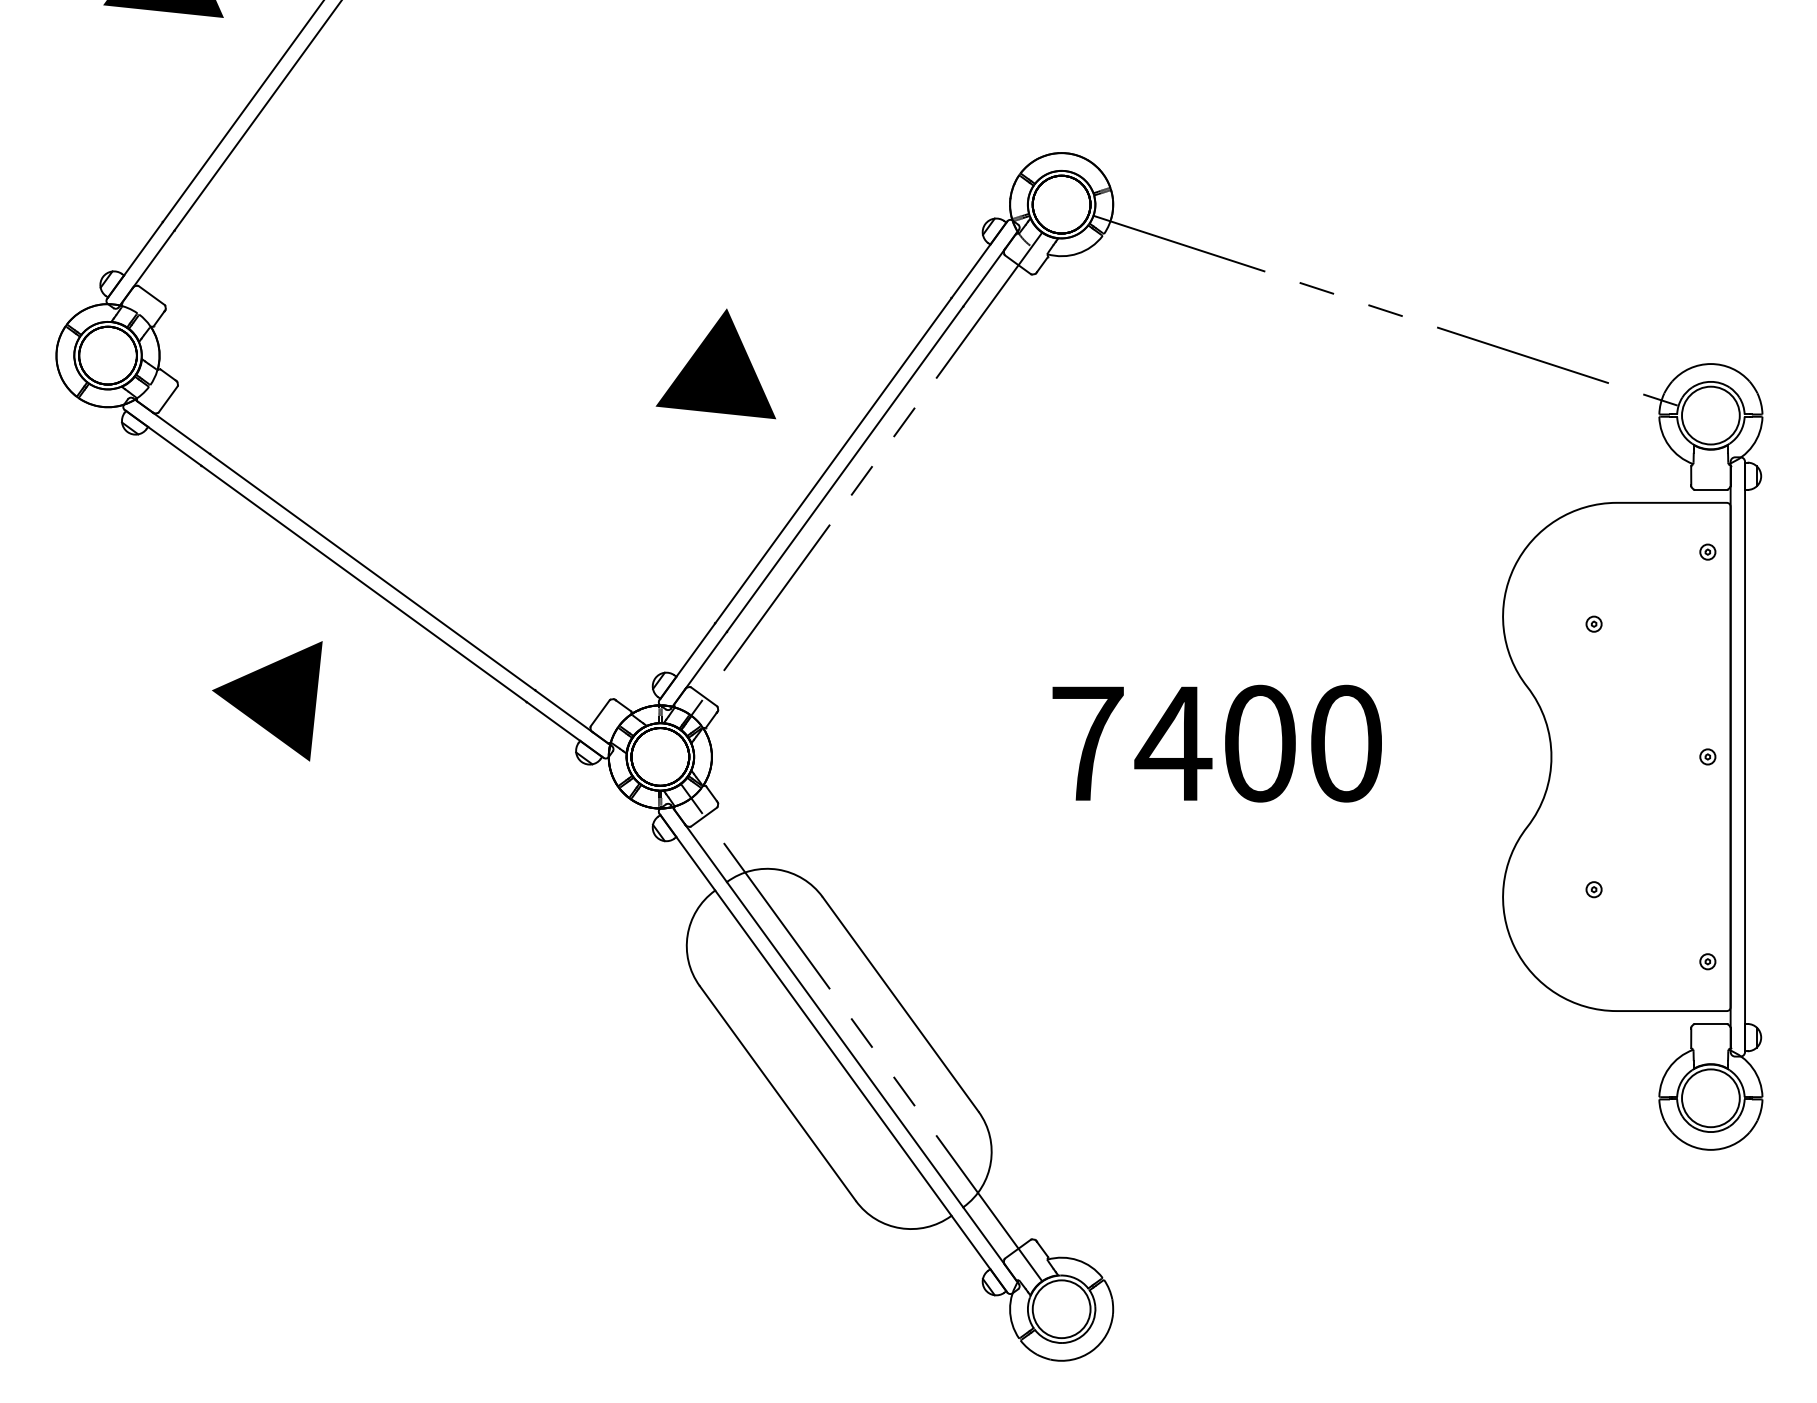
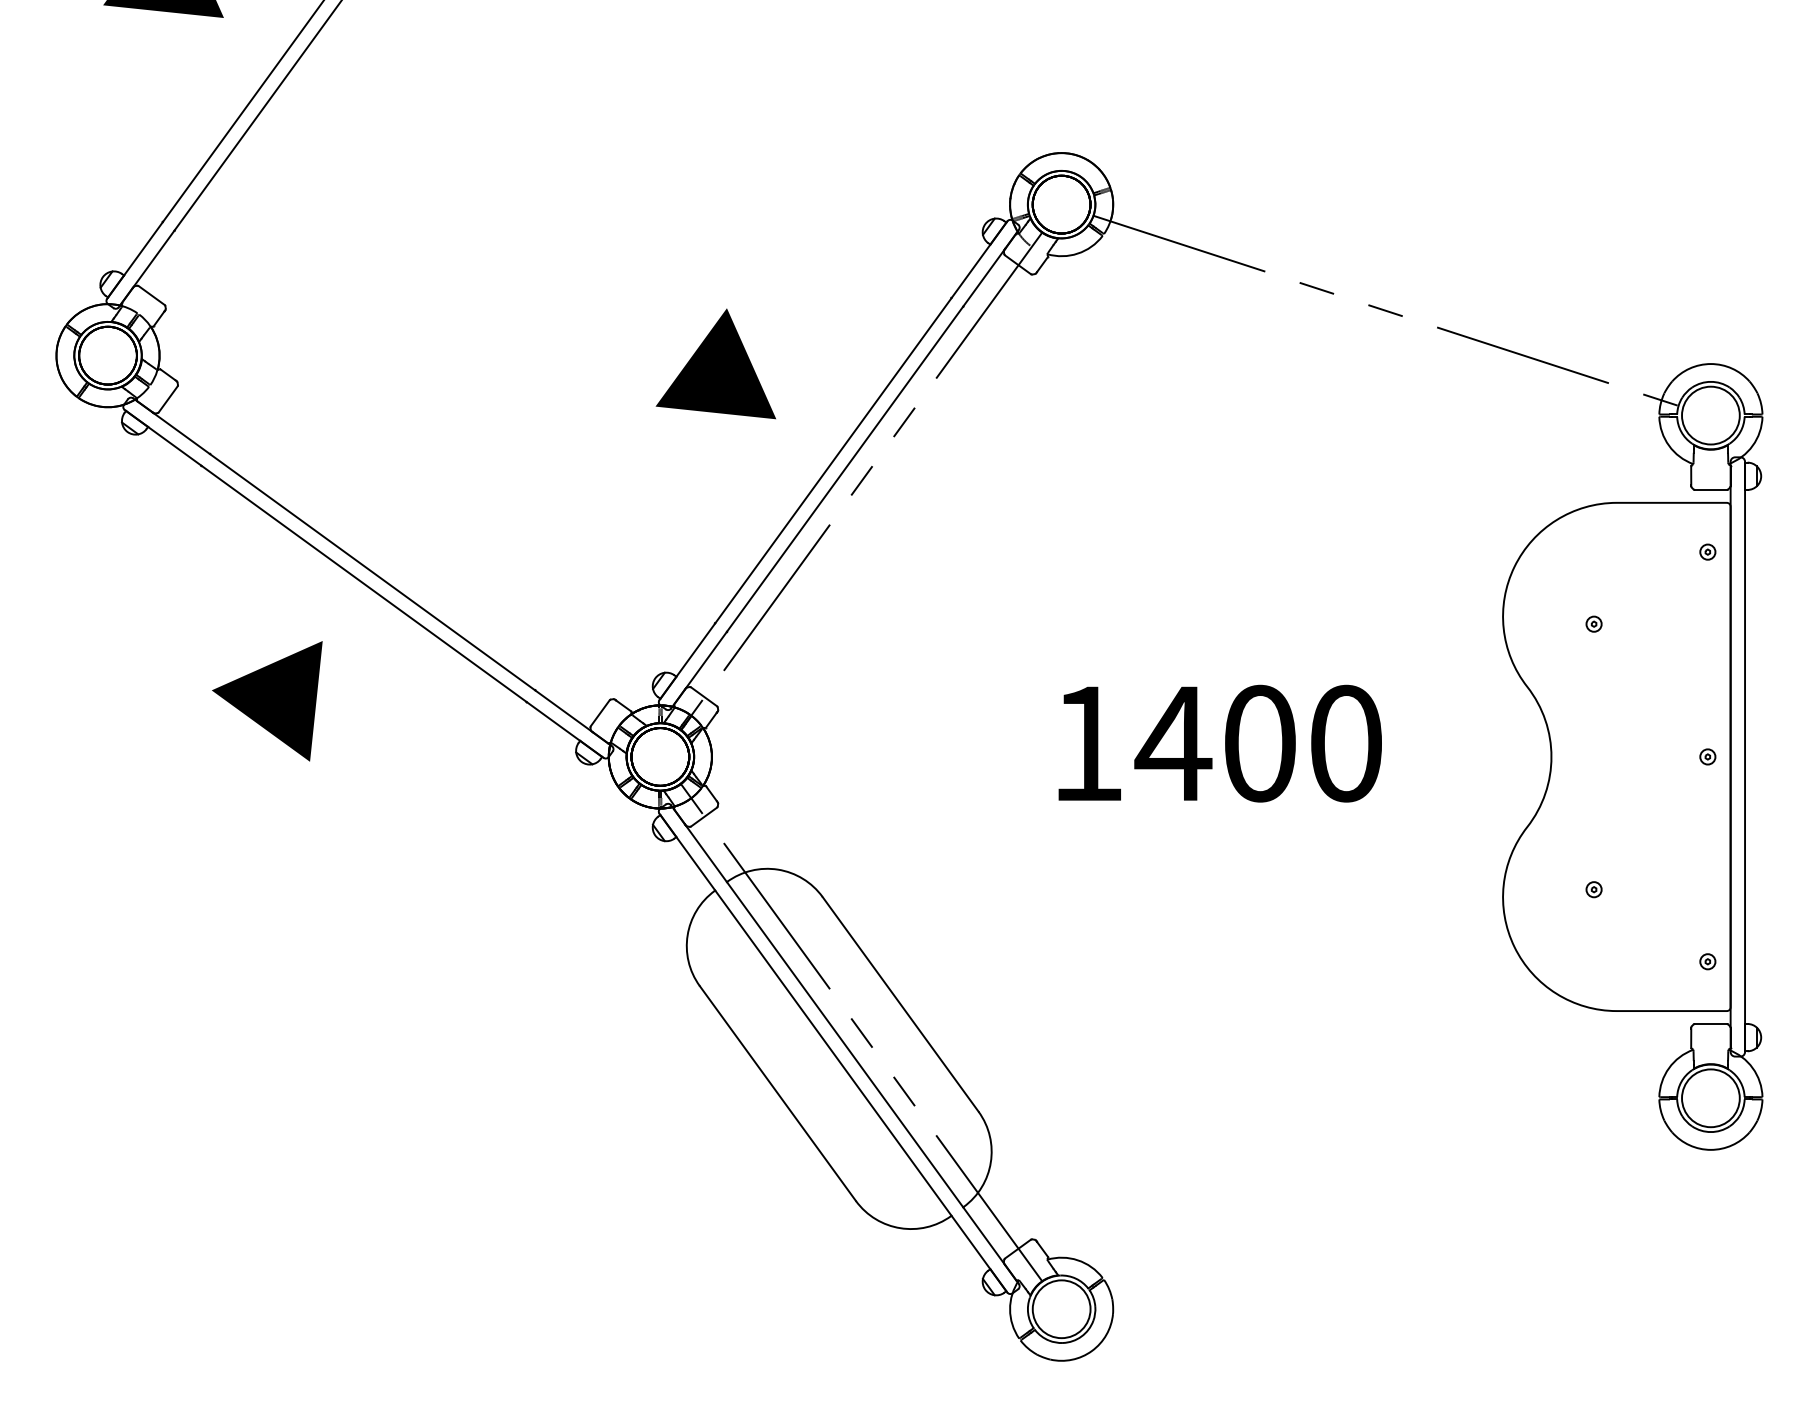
text at (1087, 743): 7400 -> 1400
